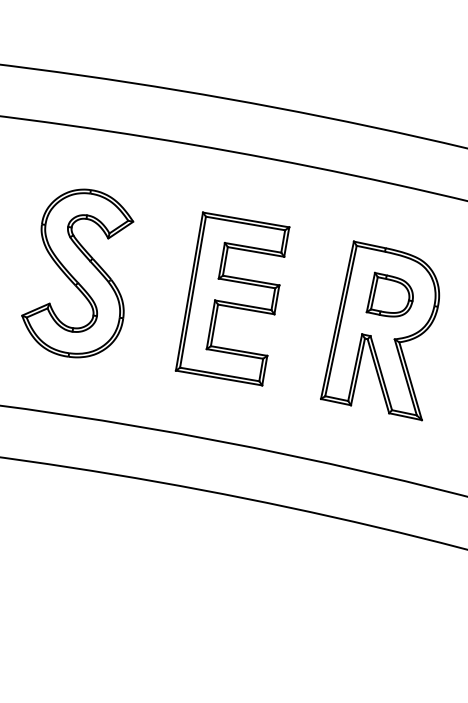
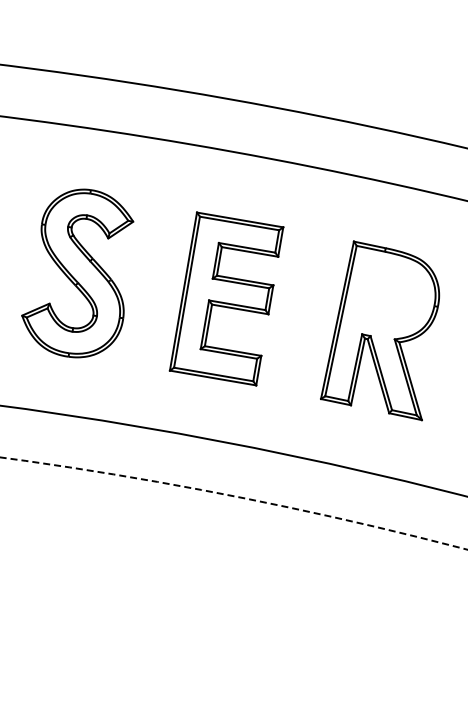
part at (389, 294): present -> none
part at (232, 298) position: (232, 298) -> (226, 298)
arc at (235, 496): solid -> dashed
